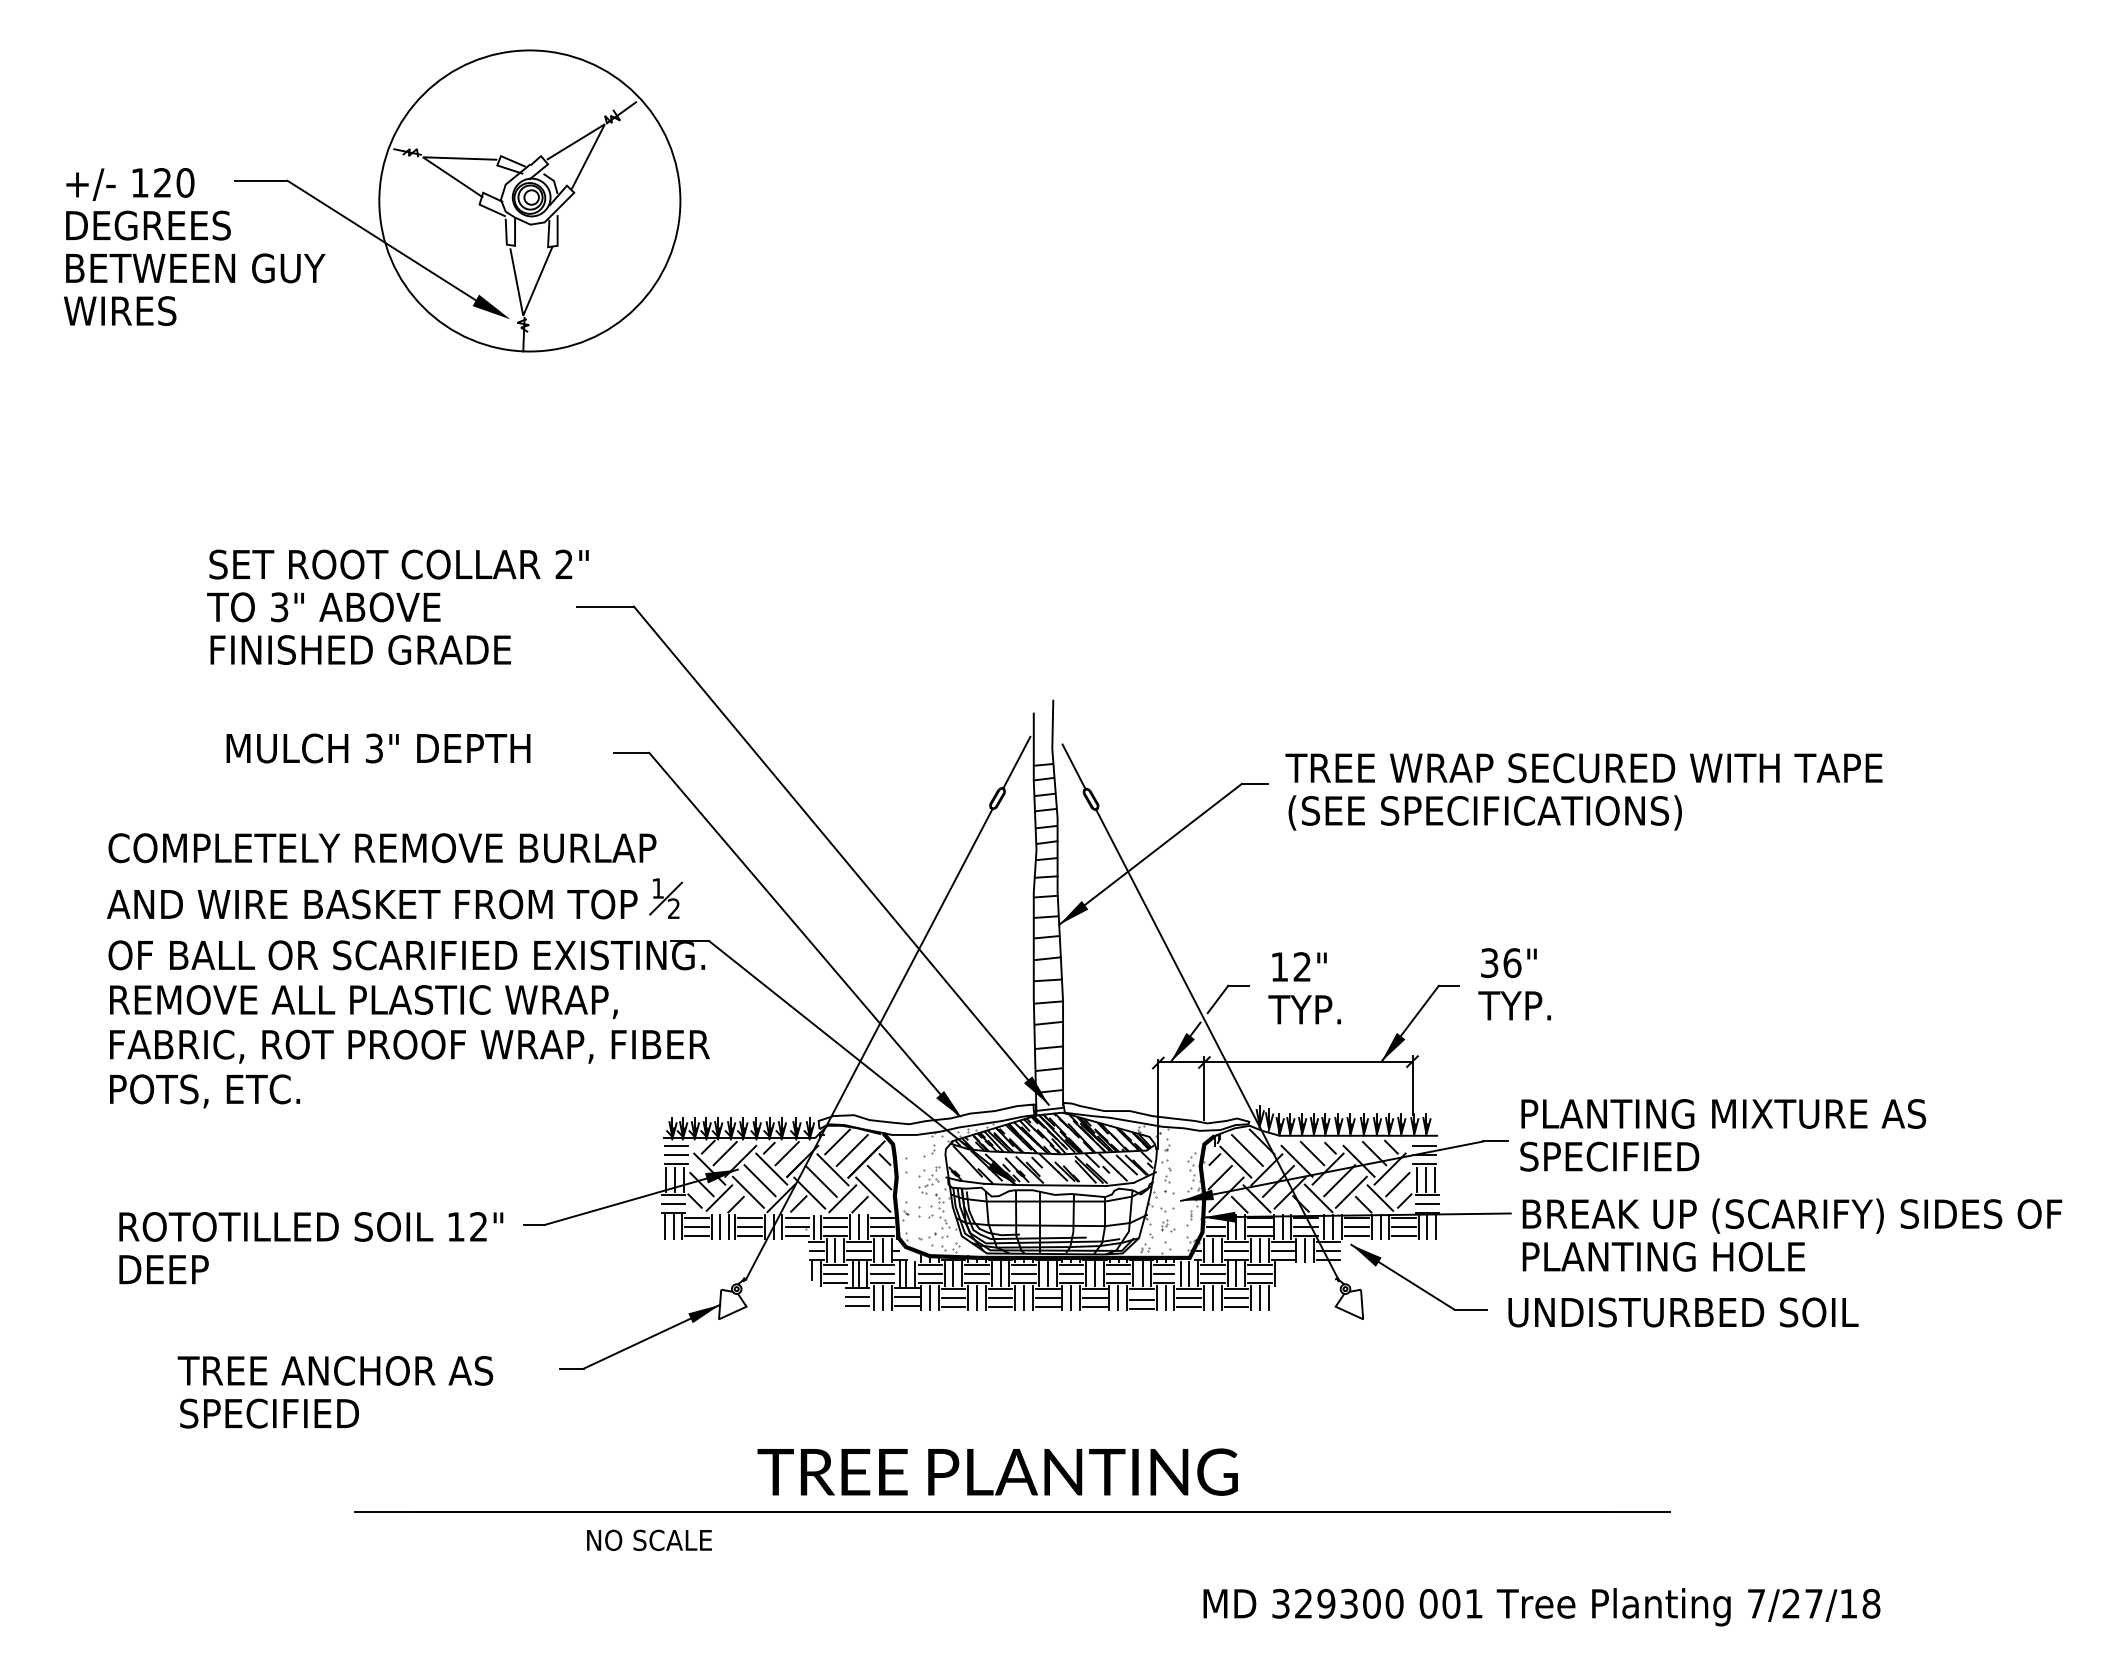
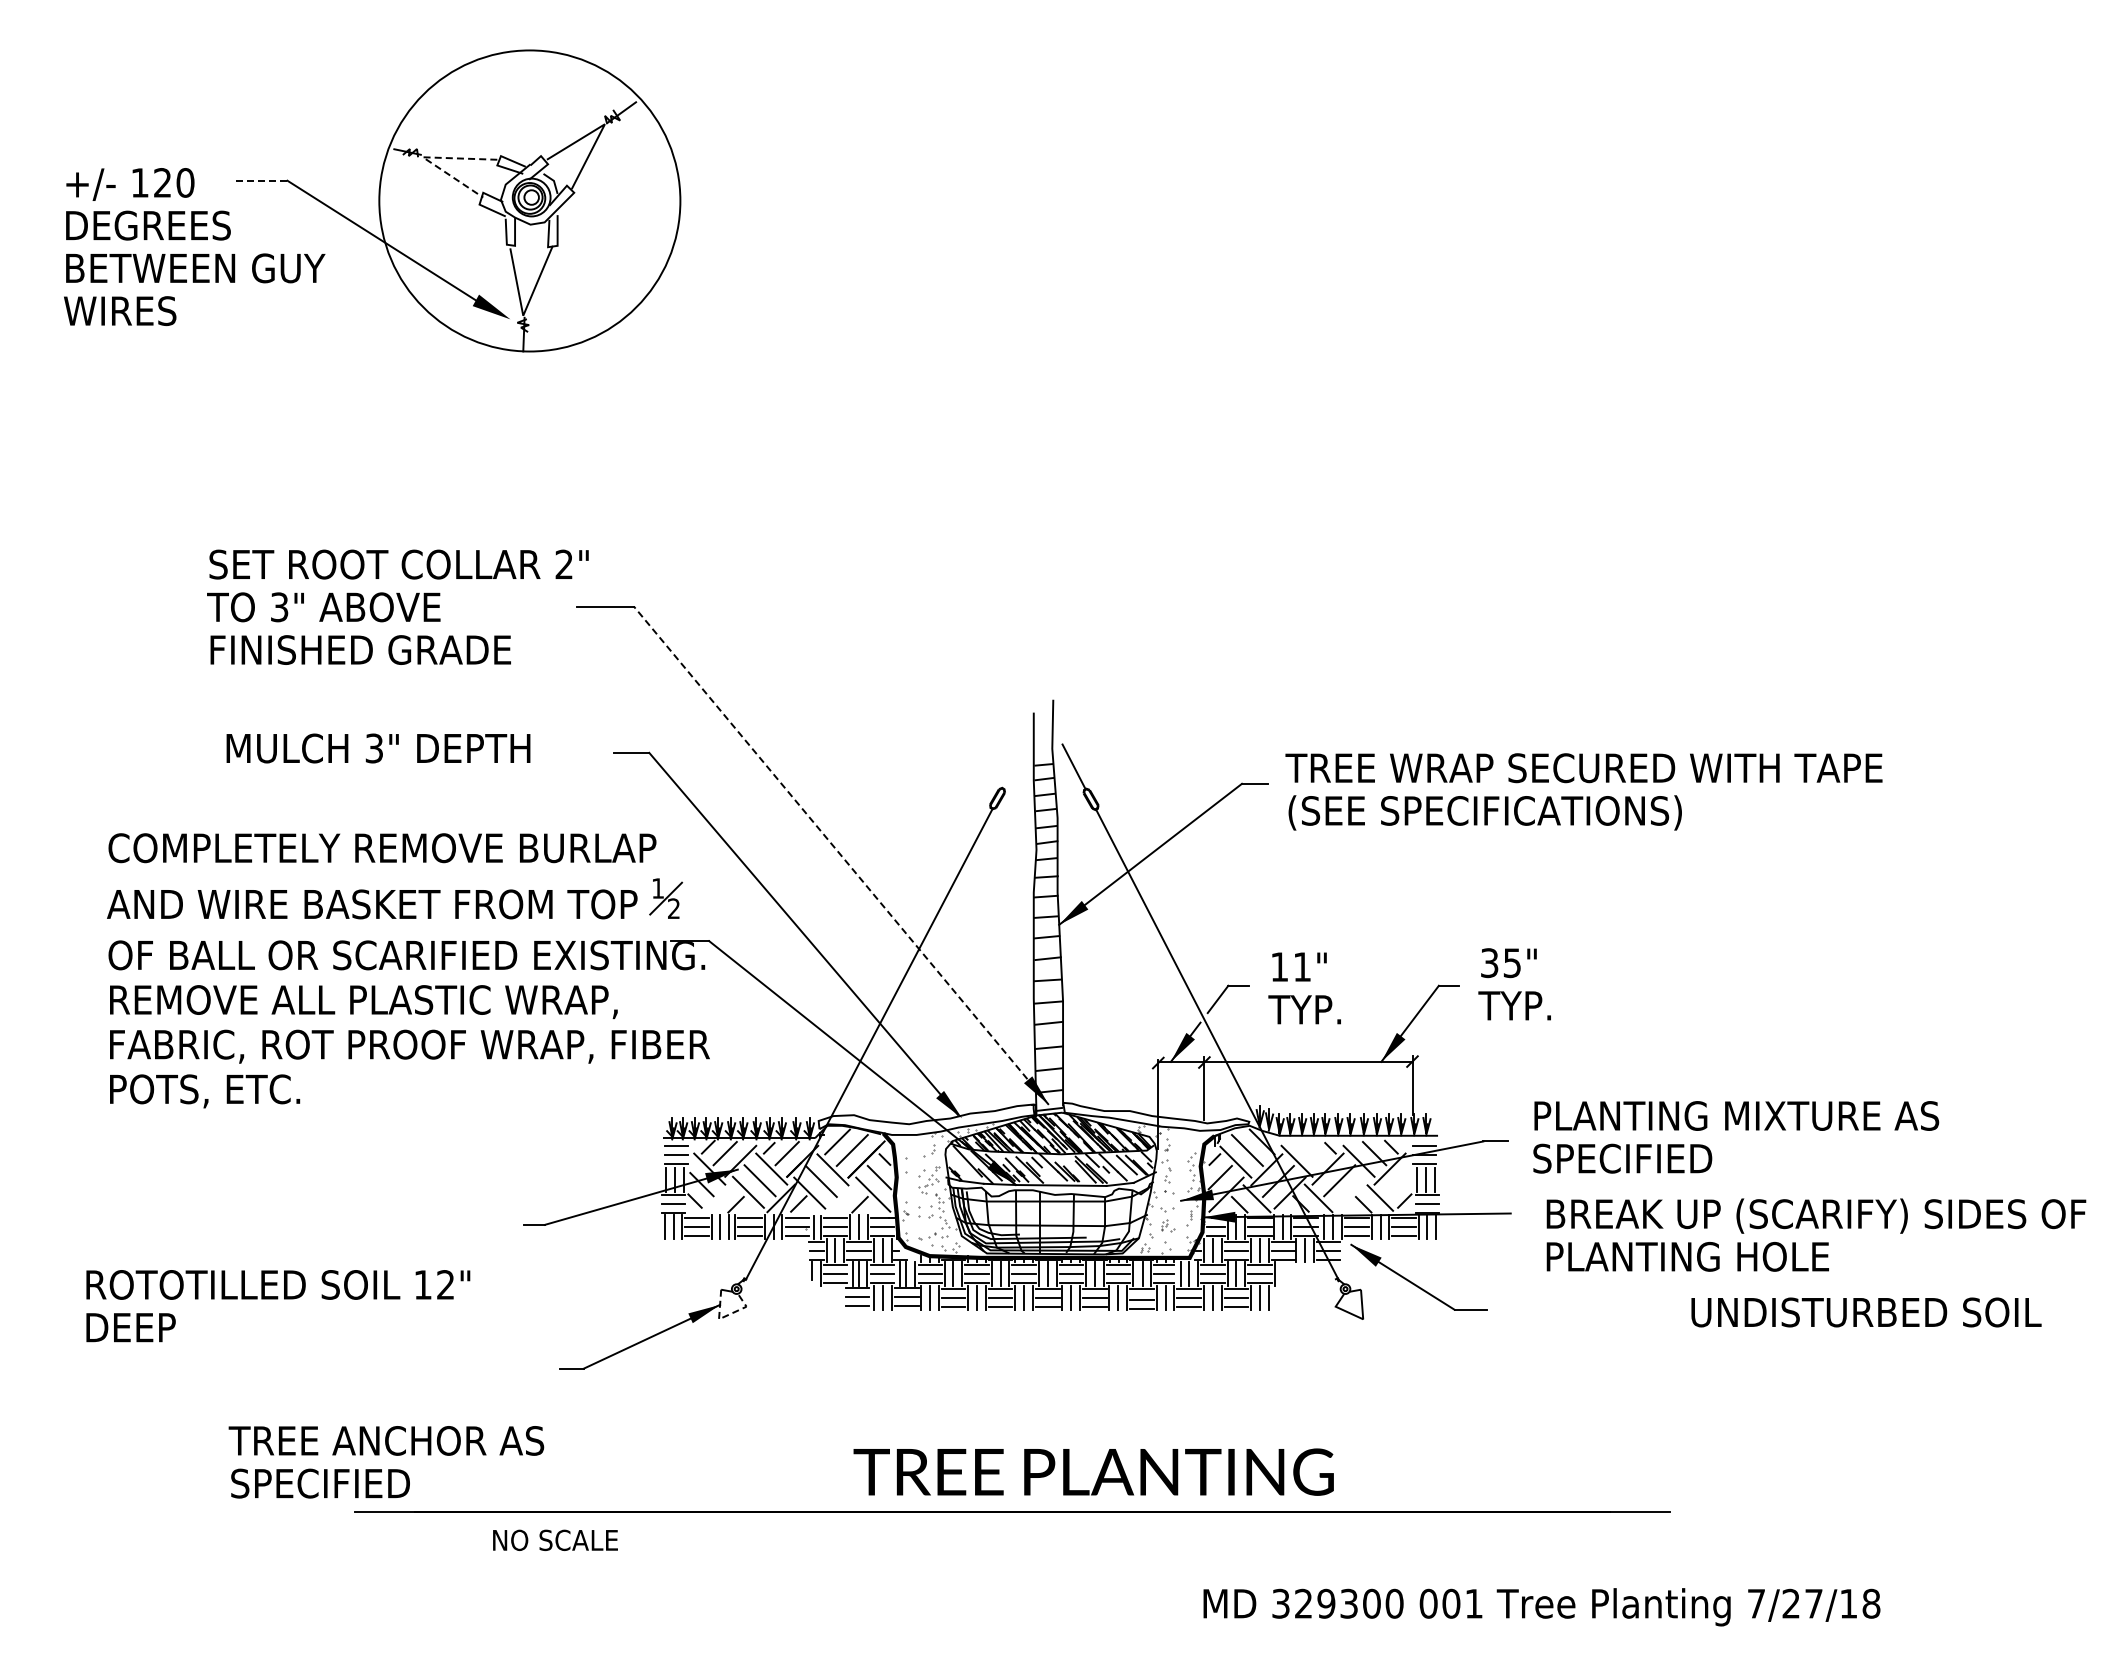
line at (422, 157): solid -> dashed
line at (260, 180): solid -> dashed
line at (1016, 762): present -> none
line at (841, 855): solid -> dashed
text at (1512, 963): 36" -> 35"
text at (1301, 966): 12" -> 11"
text at (1723, 1135) position: (1723, 1135) -> (1736, 1137)
line at (1312, 1153): present -> none
line at (1397, 1184): present -> none
line at (1350, 1191): present -> none
line at (719, 1197): present -> none
line at (842, 1198): present -> none
text at (1792, 1234) position: (1792, 1234) -> (1816, 1234)
text at (311, 1248) position: (311, 1248) -> (278, 1306)
text at (1683, 1312) position: (1683, 1312) -> (1866, 1312)
line at (727, 1315): solid -> dashed
text at (335, 1392) position: (335, 1392) -> (386, 1462)
text at (997, 1471) position: (997, 1471) -> (1093, 1471)
text at (649, 1539) position: (649, 1539) -> (555, 1539)
